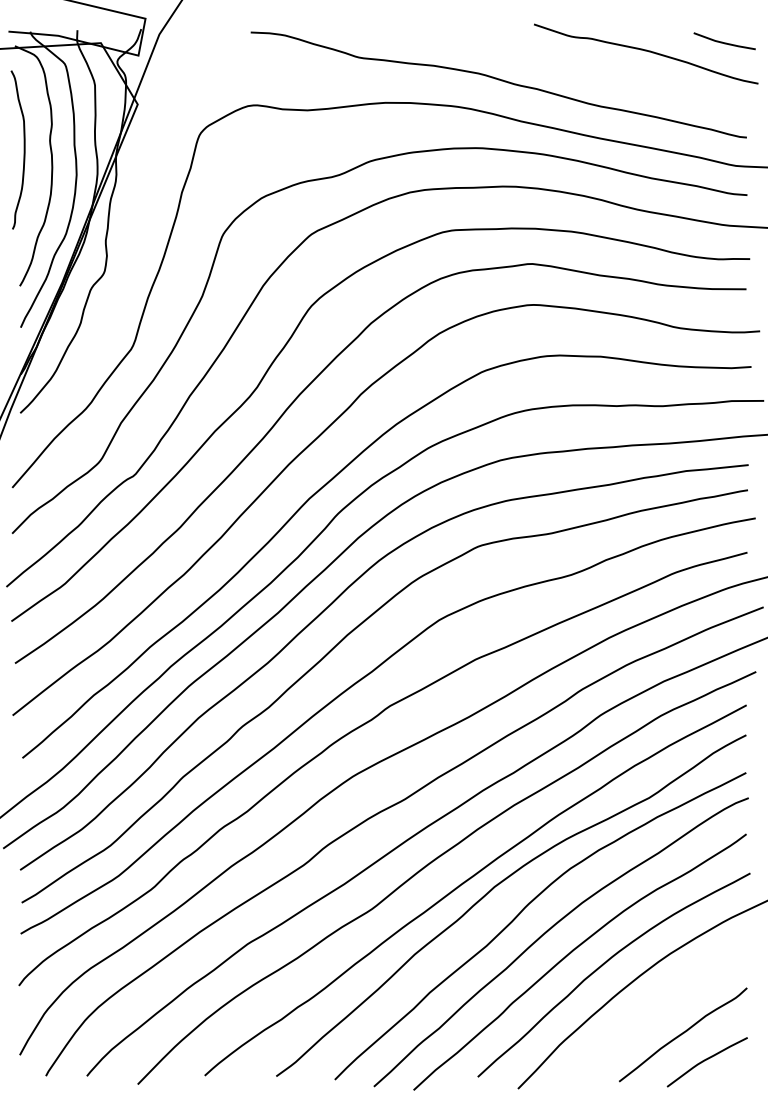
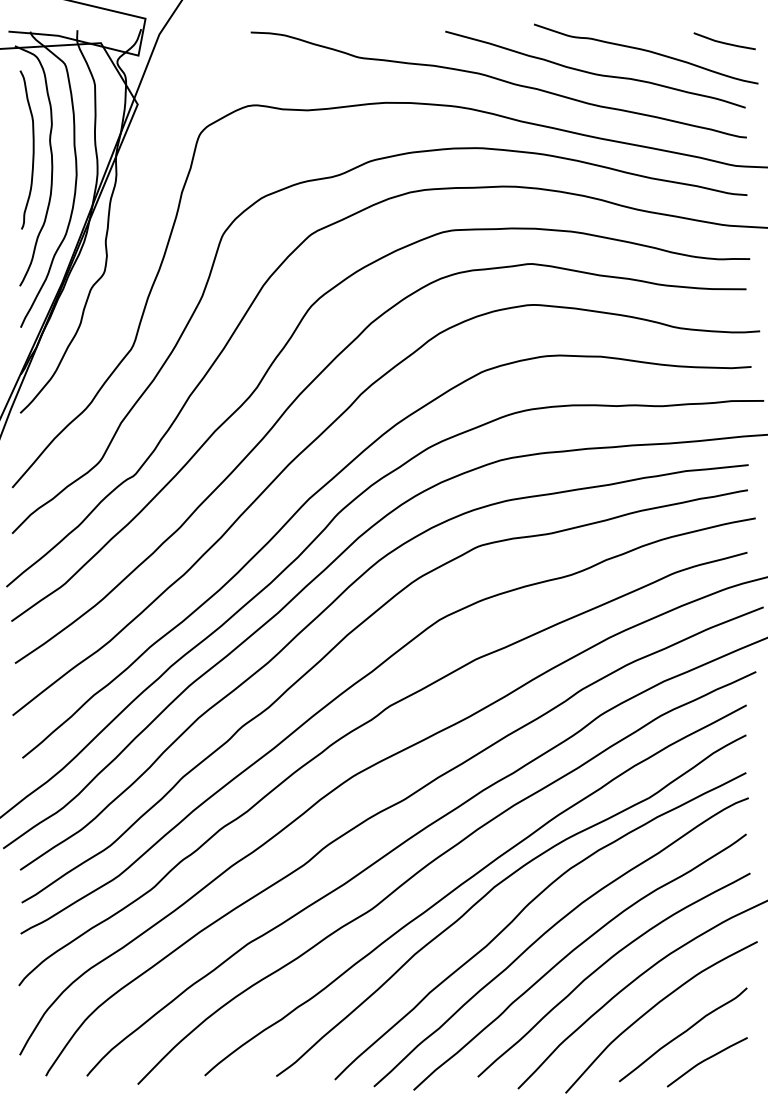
curve at (593, 72): none -> present
curve at (23, 149) position: (23, 149) -> (32, 149)
curve at (653, 1008): none -> present
